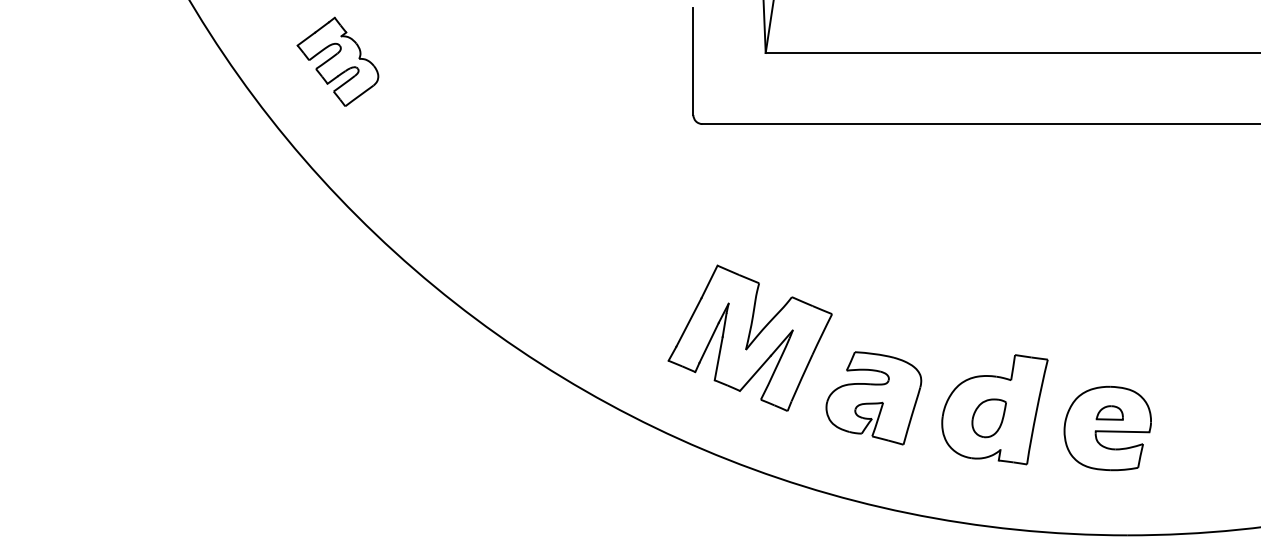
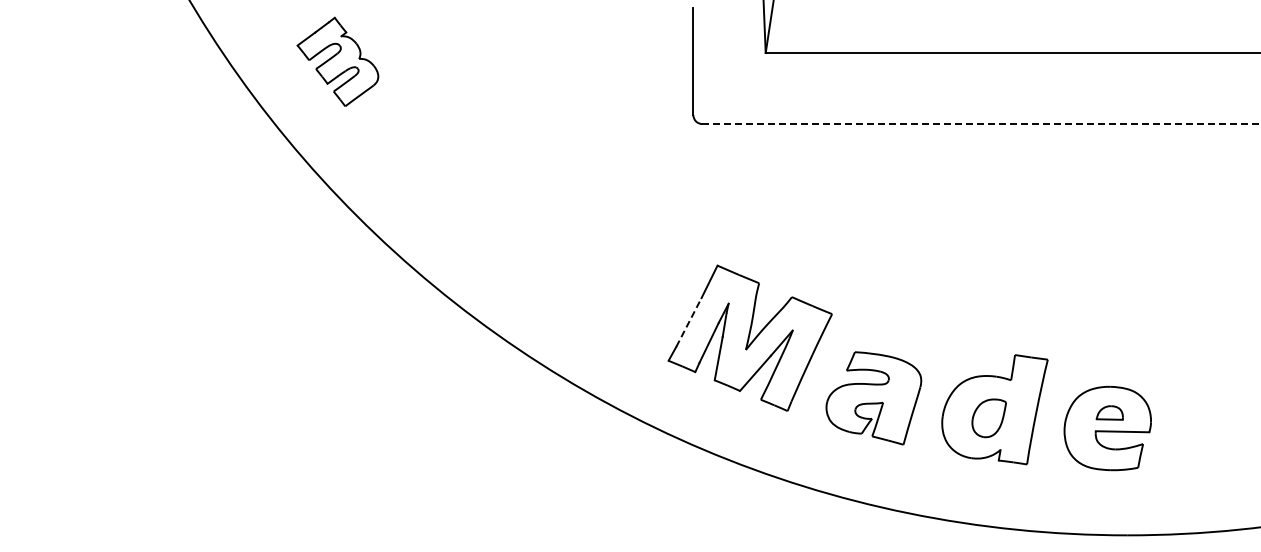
line at (981, 124): solid -> dashed
line at (689, 322): solid -> dashed
